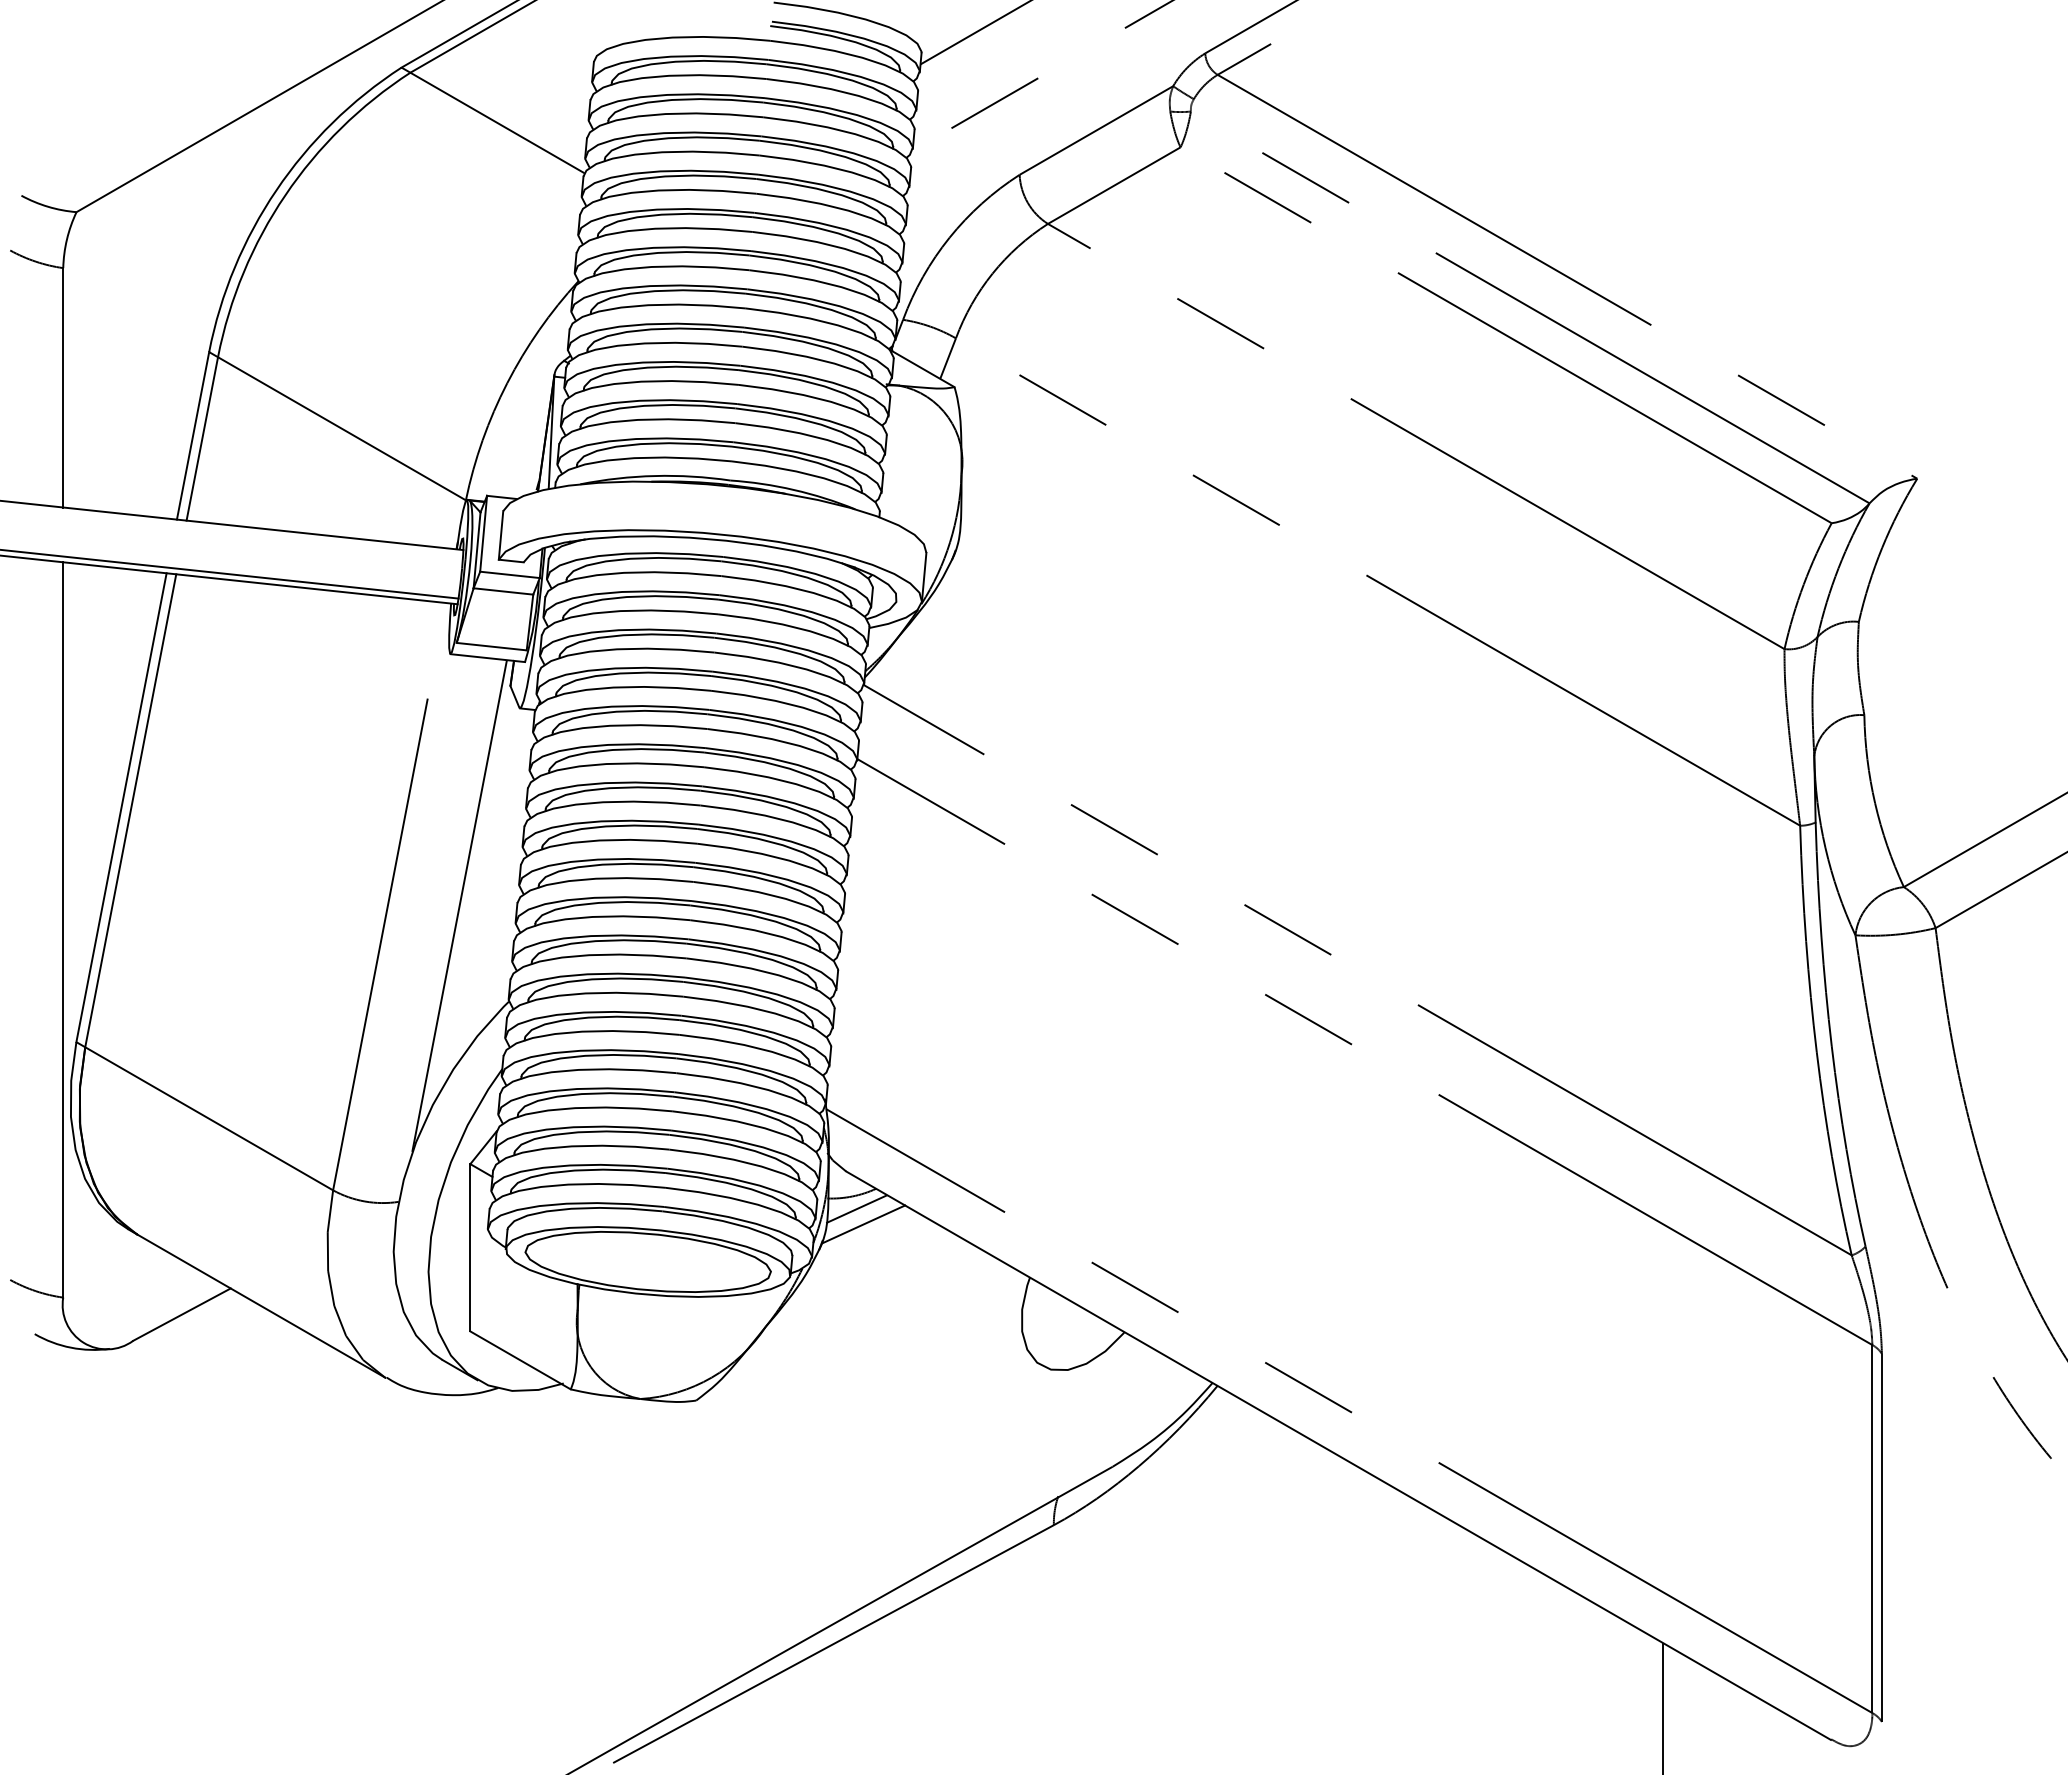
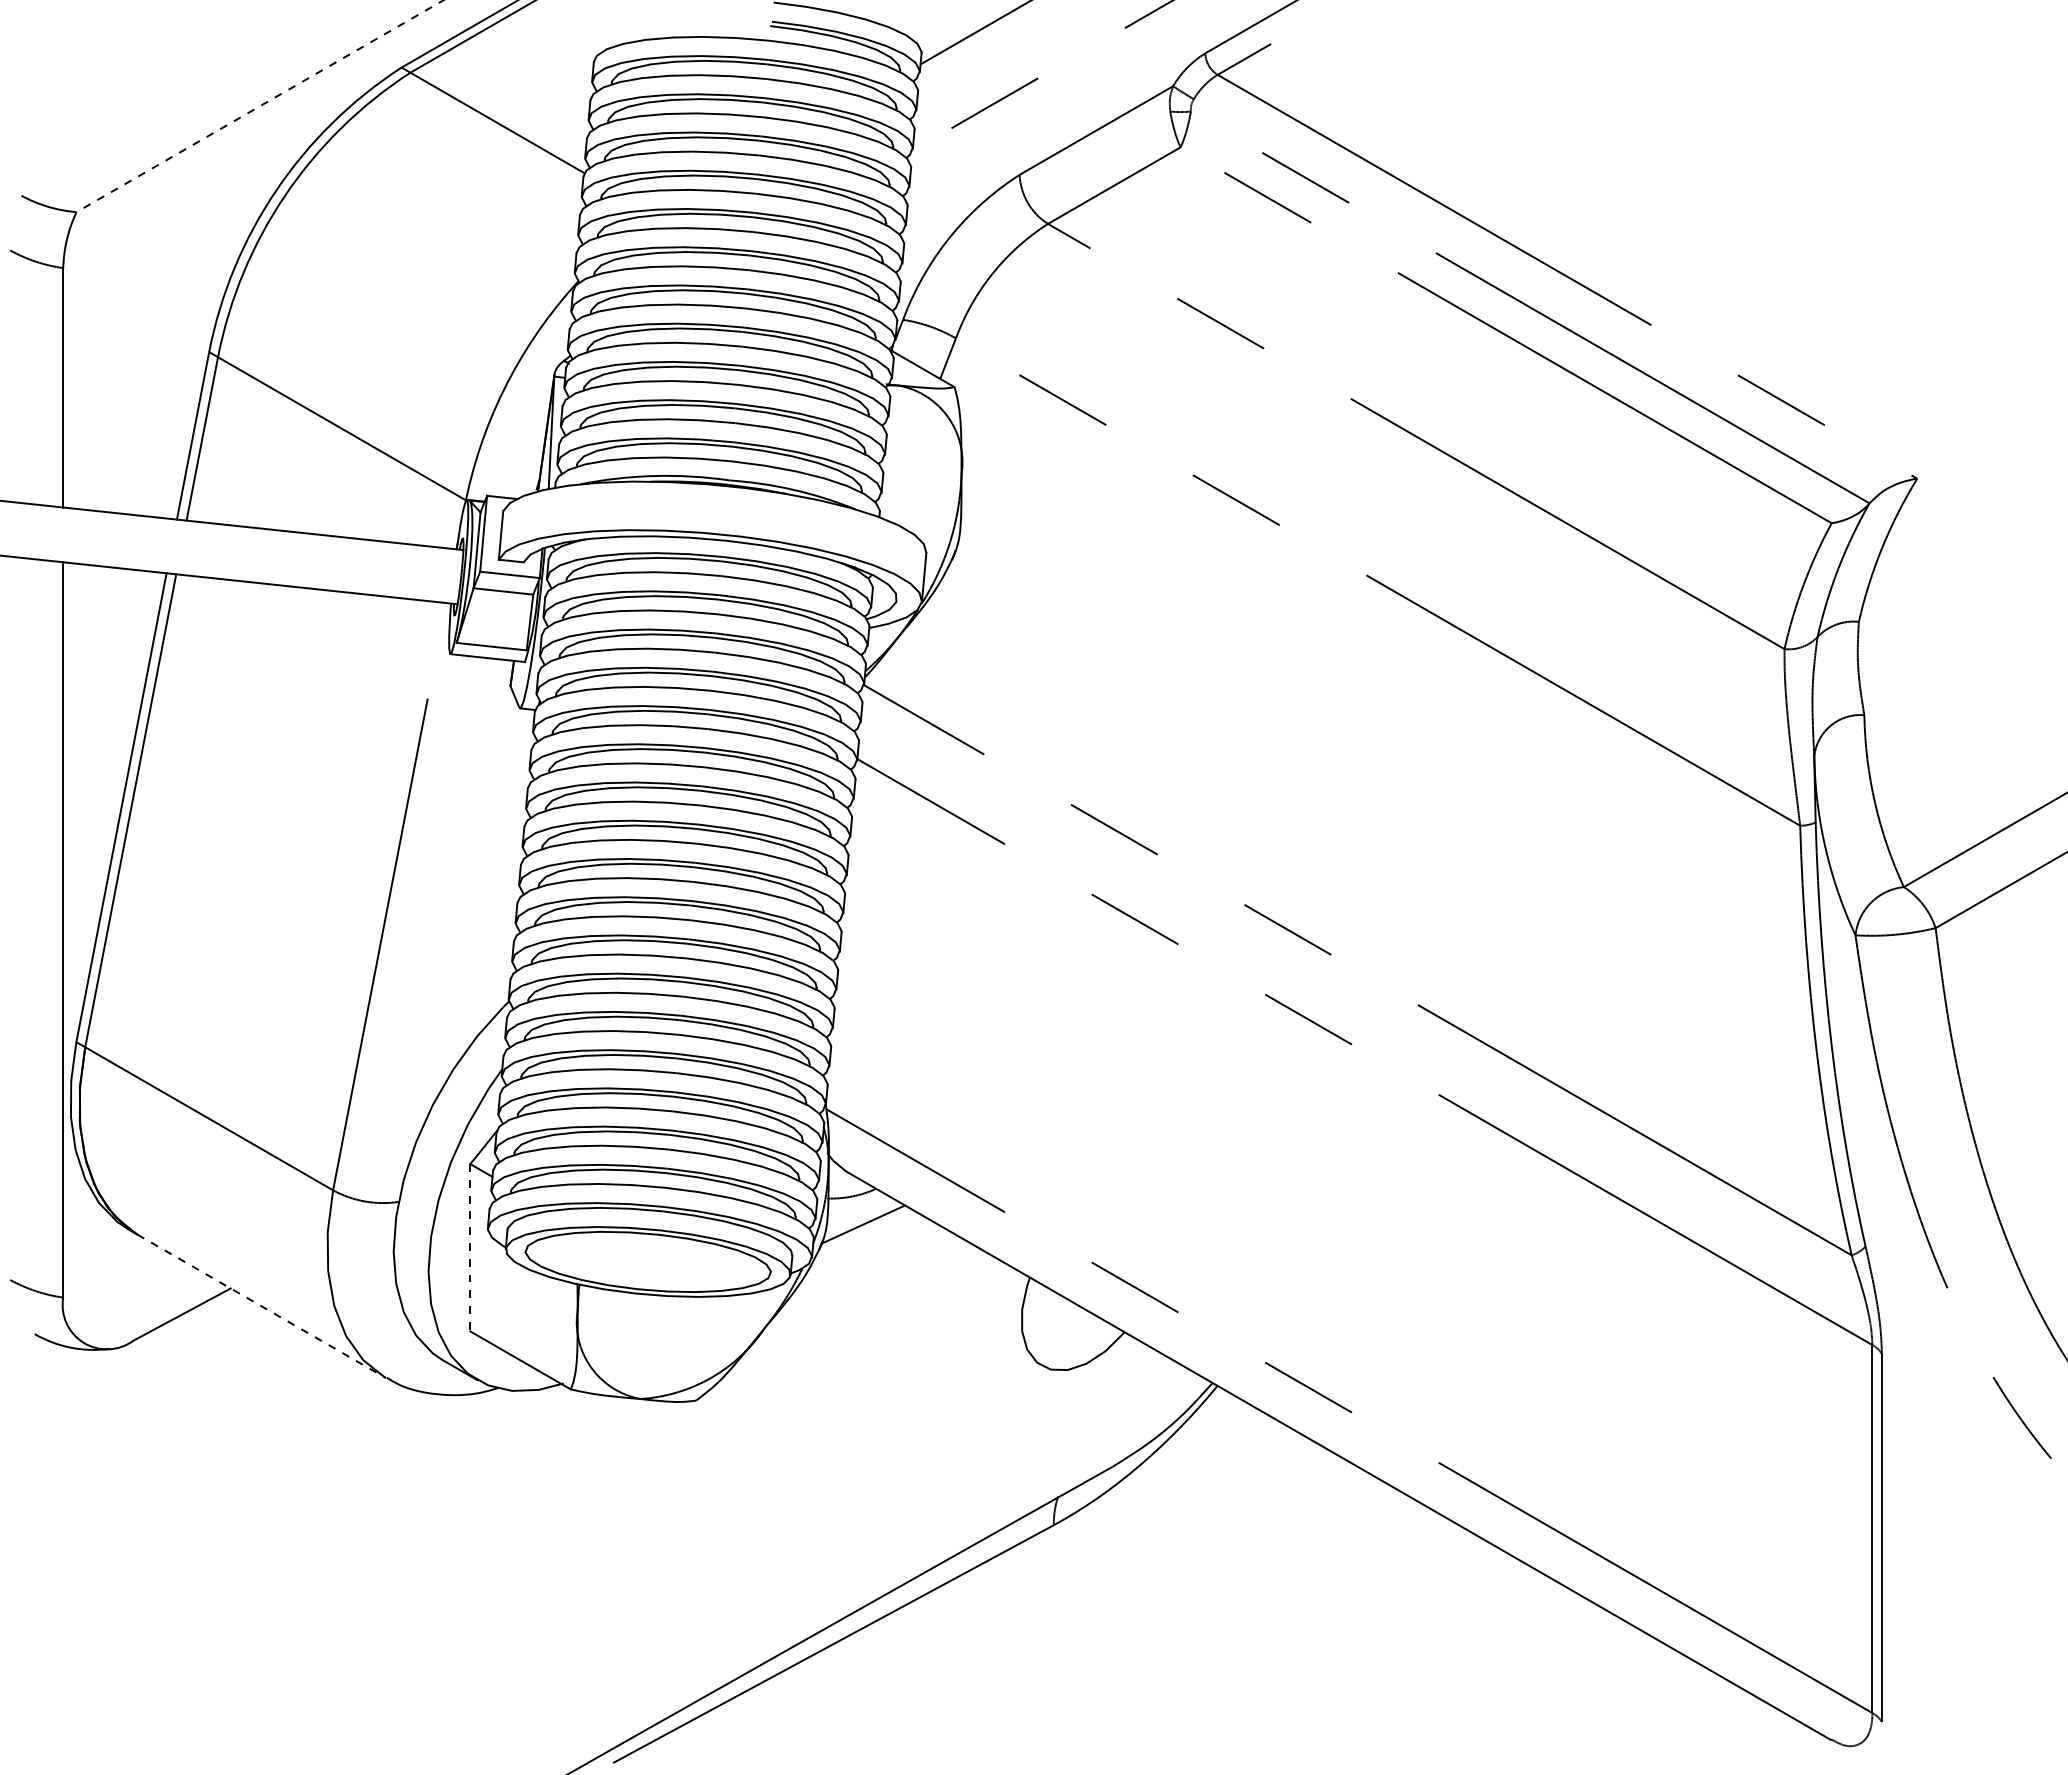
line at (259, 106): solid -> dashed
line at (230, 574): present -> none
line at (459, 906): present -> none
line at (856, 1209): present -> none
line at (470, 1247): solid -> dashed
line at (261, 1306): solid -> dashed
line at (1662, 1706): present -> none
